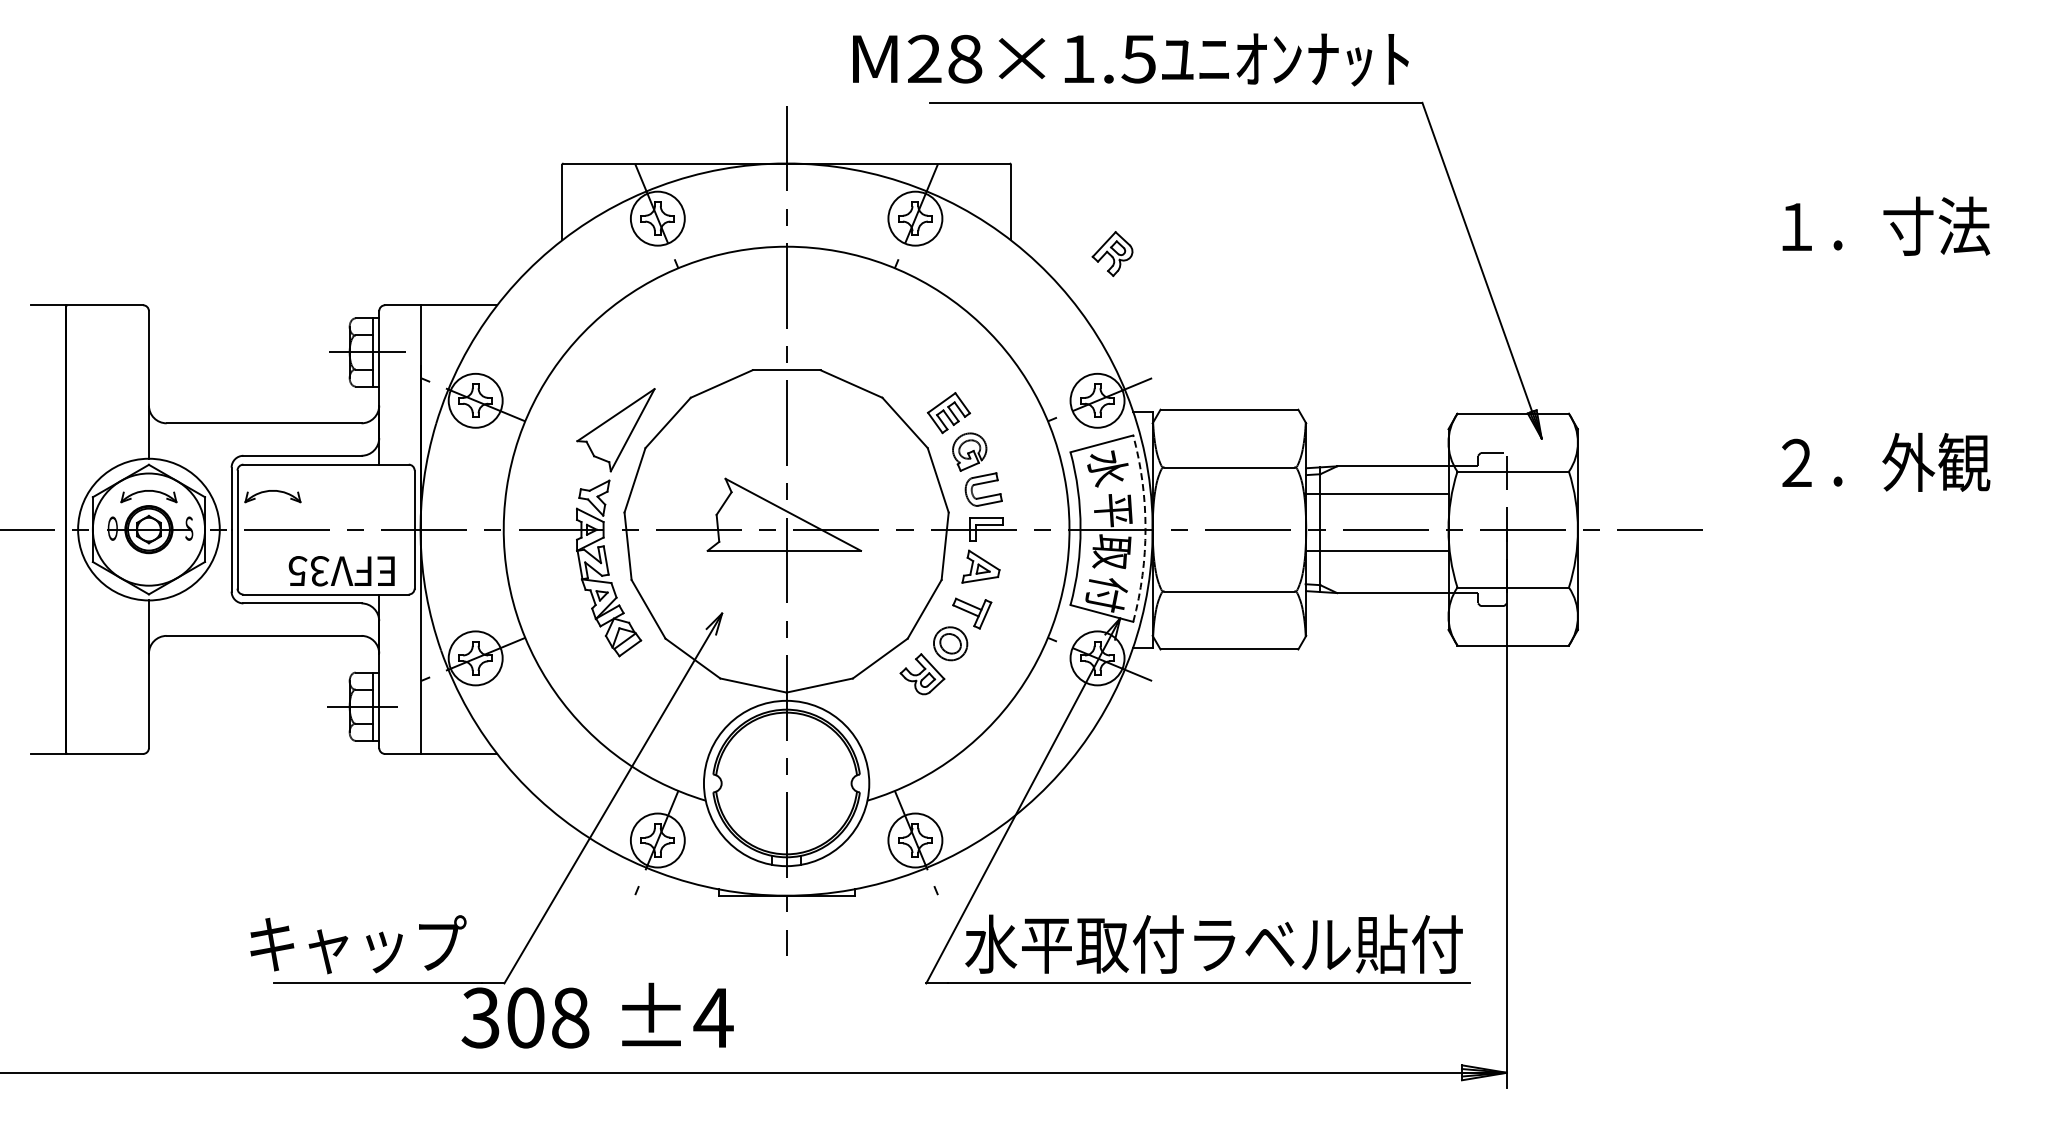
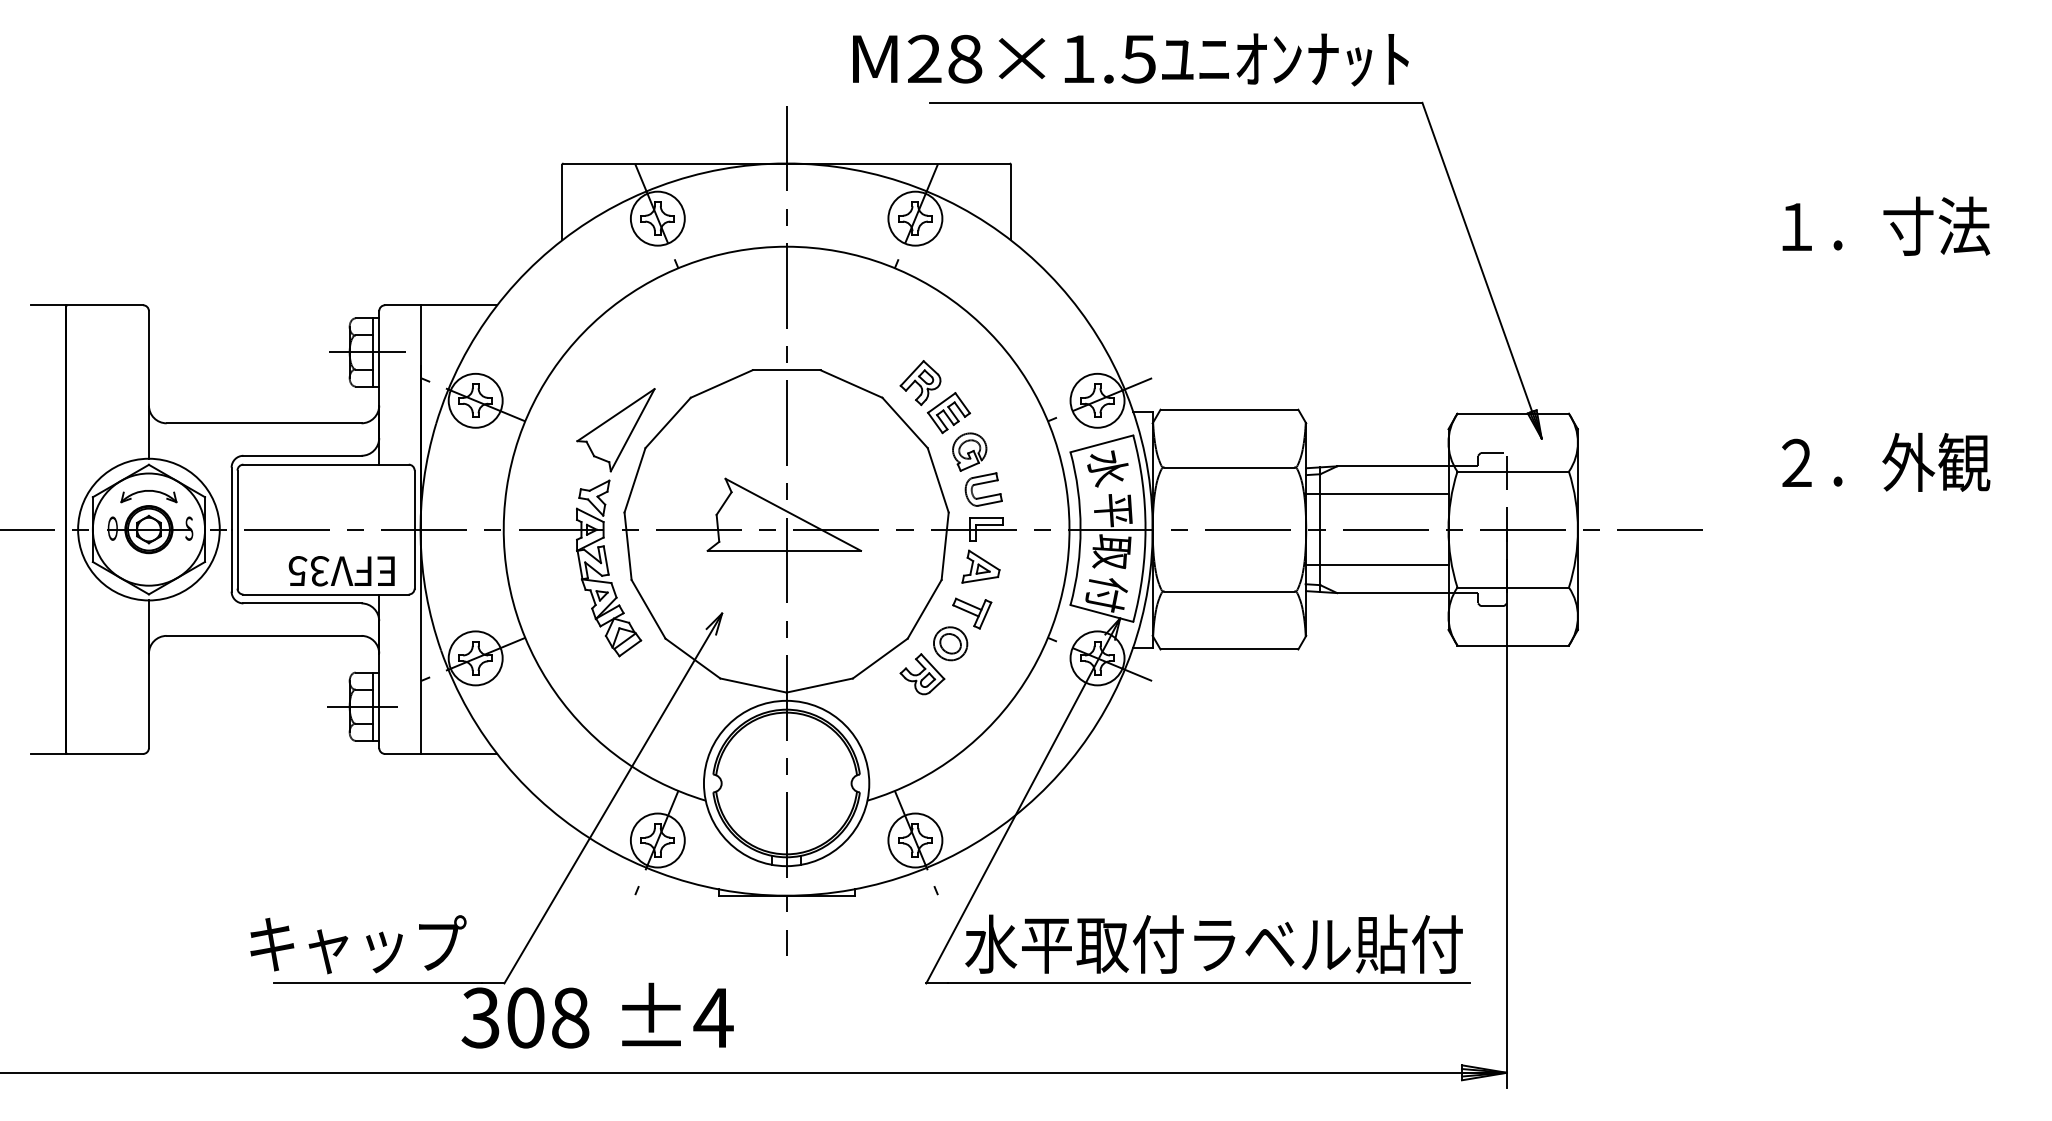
part at (1112, 254) position: (1112, 254) -> (920, 383)
part at (272, 496): present -> none
arc at (1145, 528): dashed -> solid
line at (1377, 551) position: (1377, 551) -> (1377, 565)
